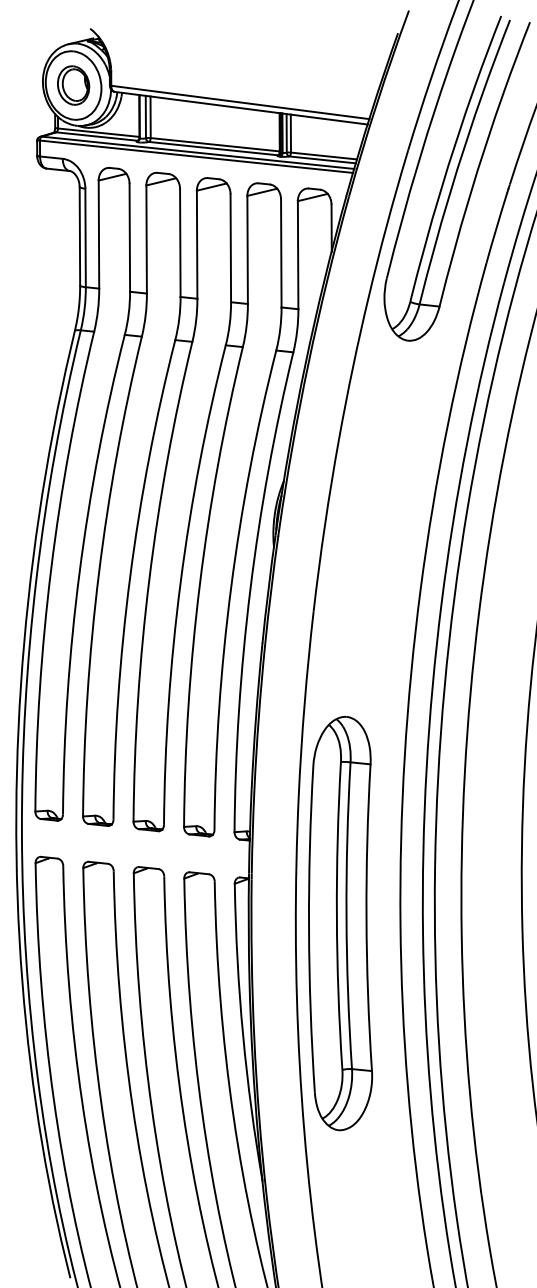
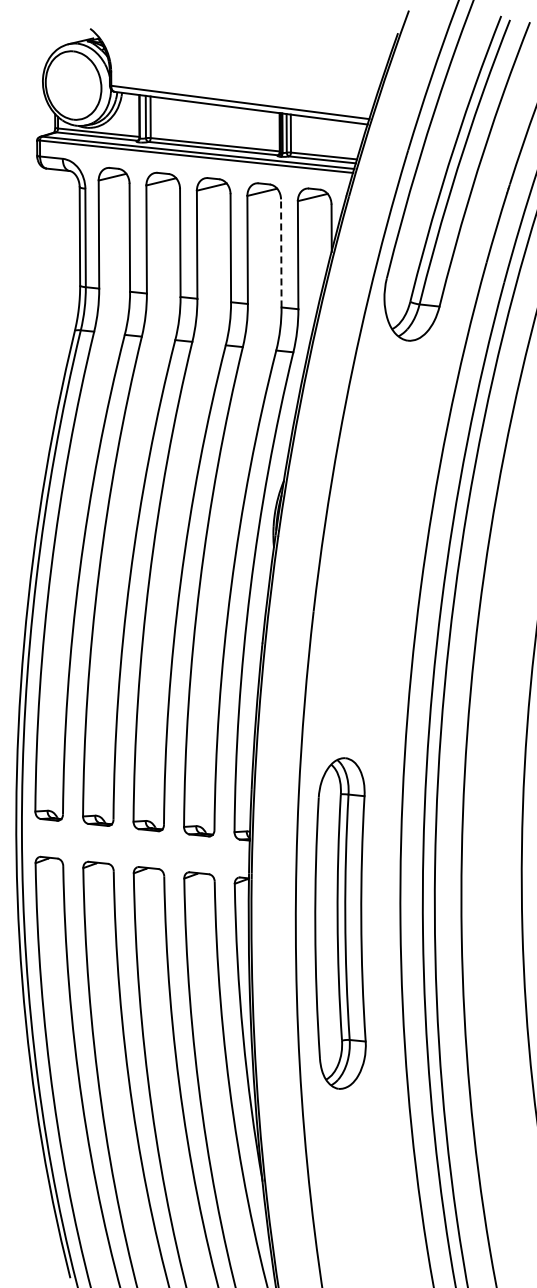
part at (73, 85): present -> none
line at (281, 252): solid -> dashed
part at (340, 923) size: 65x417 px -> 53x333 px
